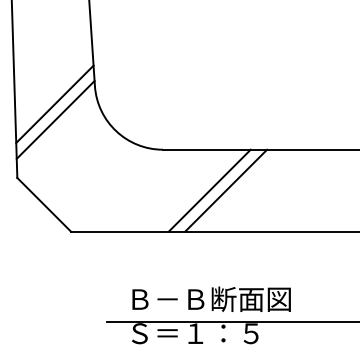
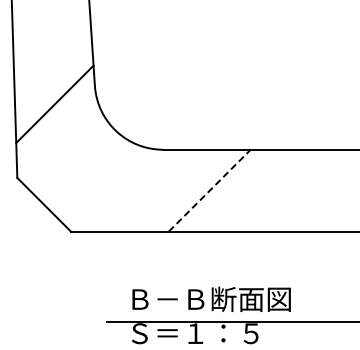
line at (55, 119): present -> none
line at (209, 190): solid -> dashed
line at (226, 190): present -> none
